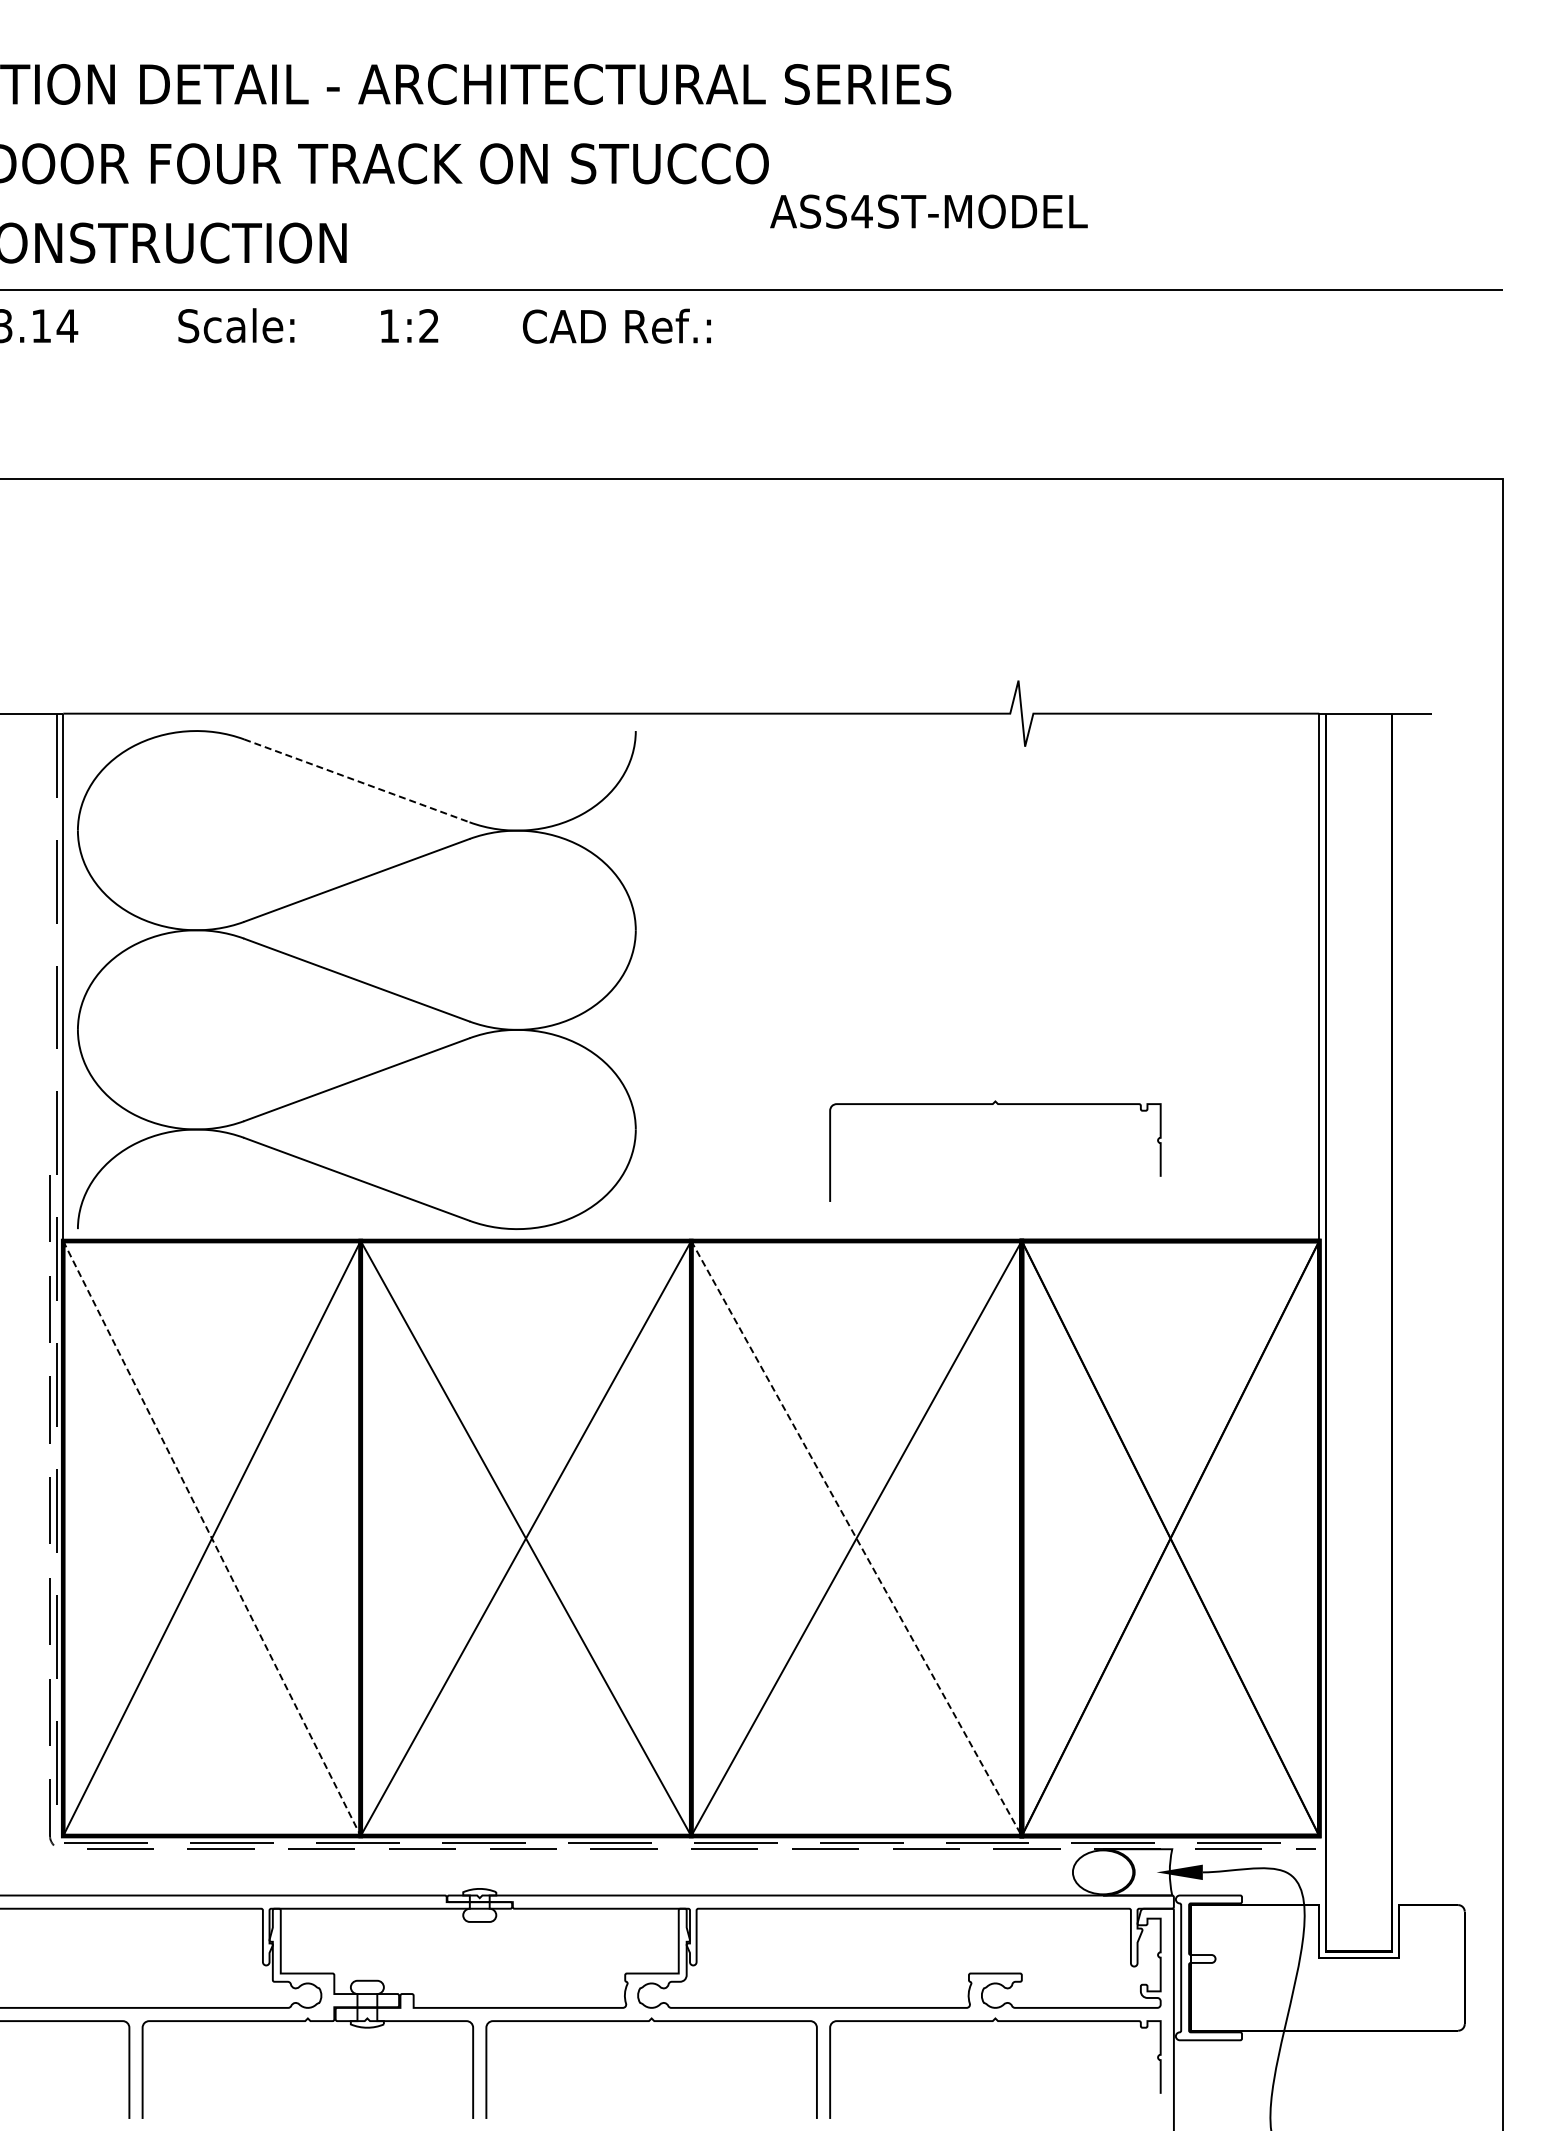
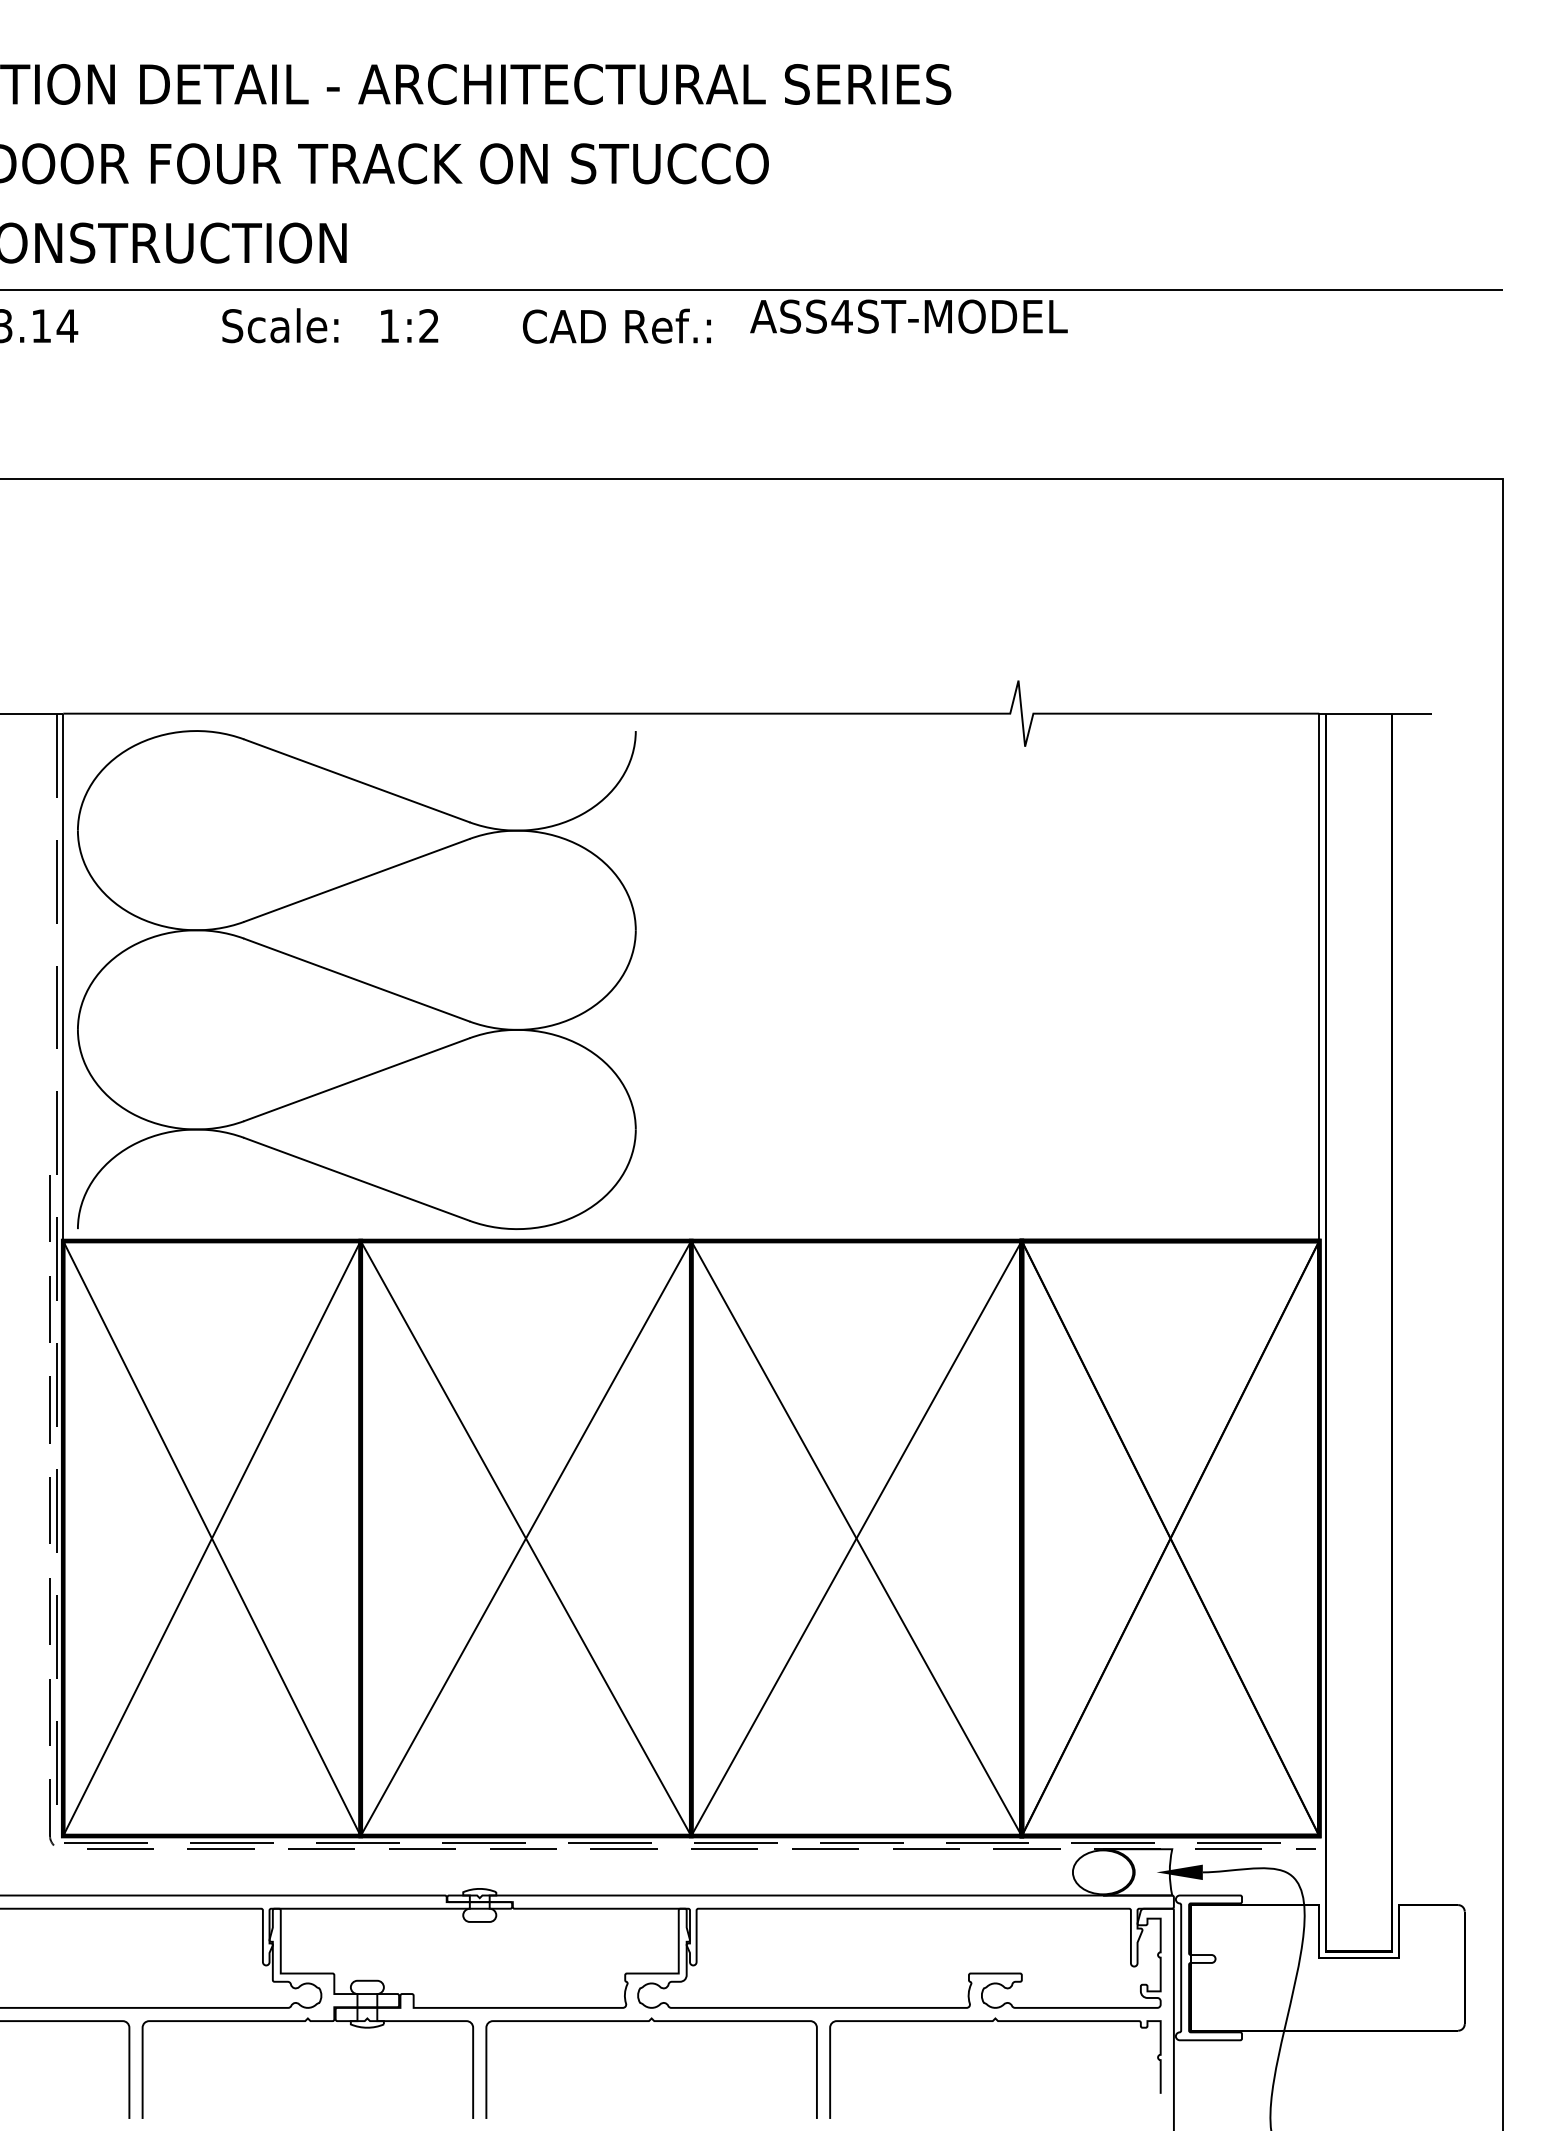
text at (928, 211) position: (928, 211) -> (908, 316)
text at (236, 325) position: (236, 325) -> (280, 325)
line at (357, 781): dashed -> solid
curve at (993, 1104): present -> none
line at (211, 1538): dashed -> solid
line at (856, 1538): dashed -> solid
